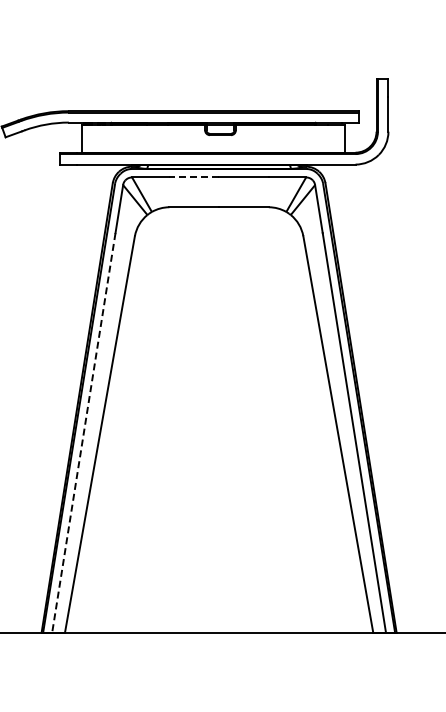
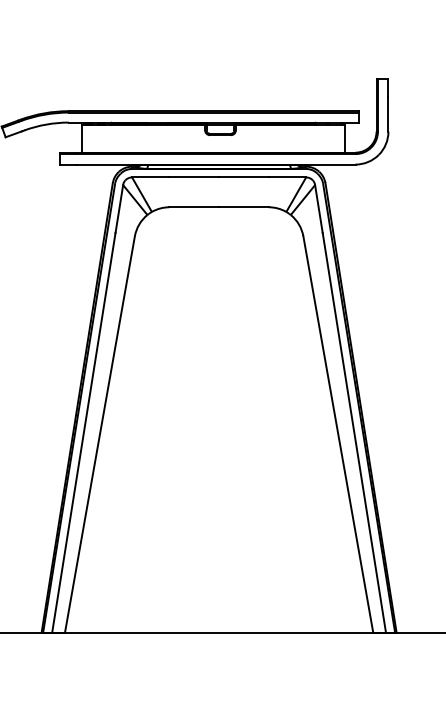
line at (194, 177): dashed -> solid
line at (83, 433): dashed -> solid
